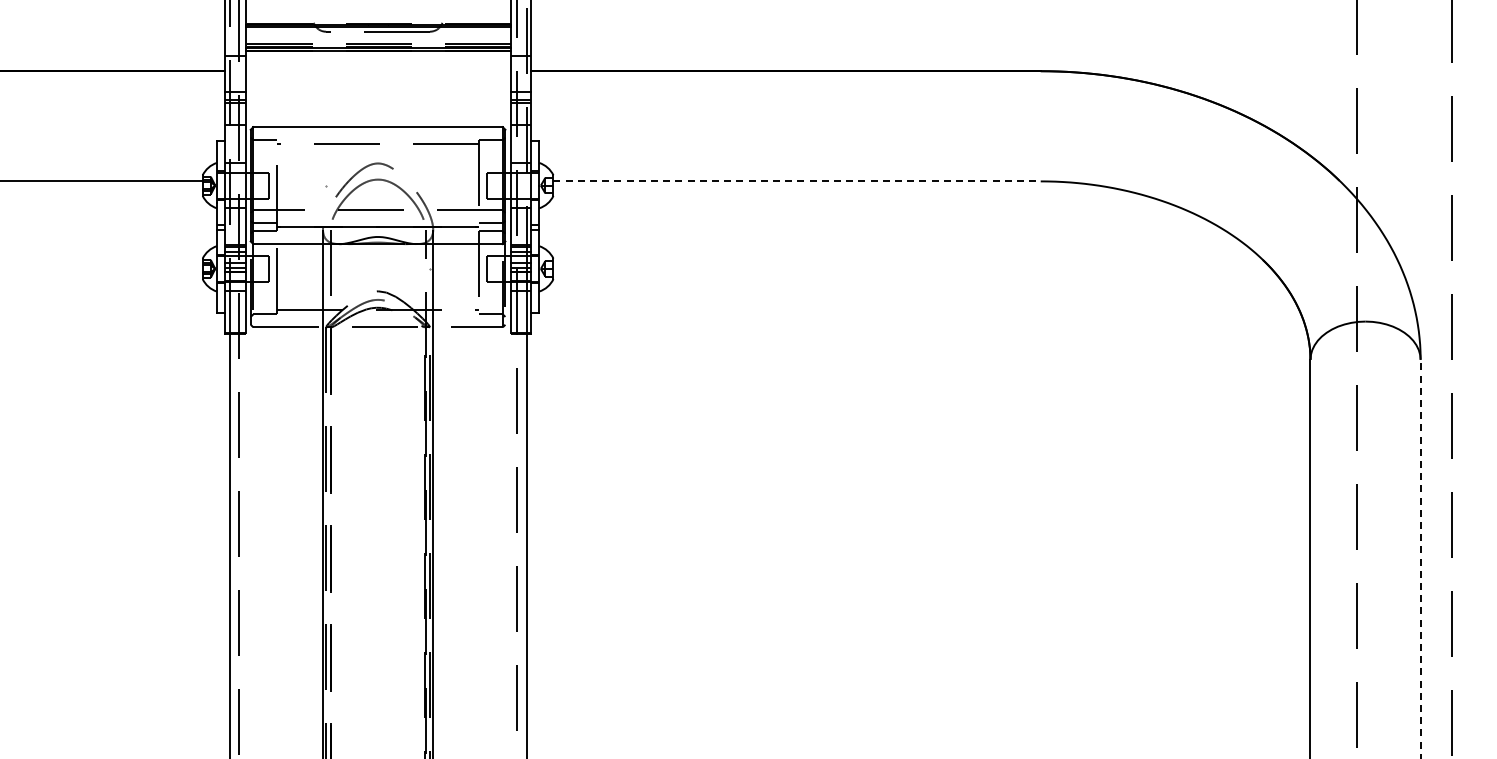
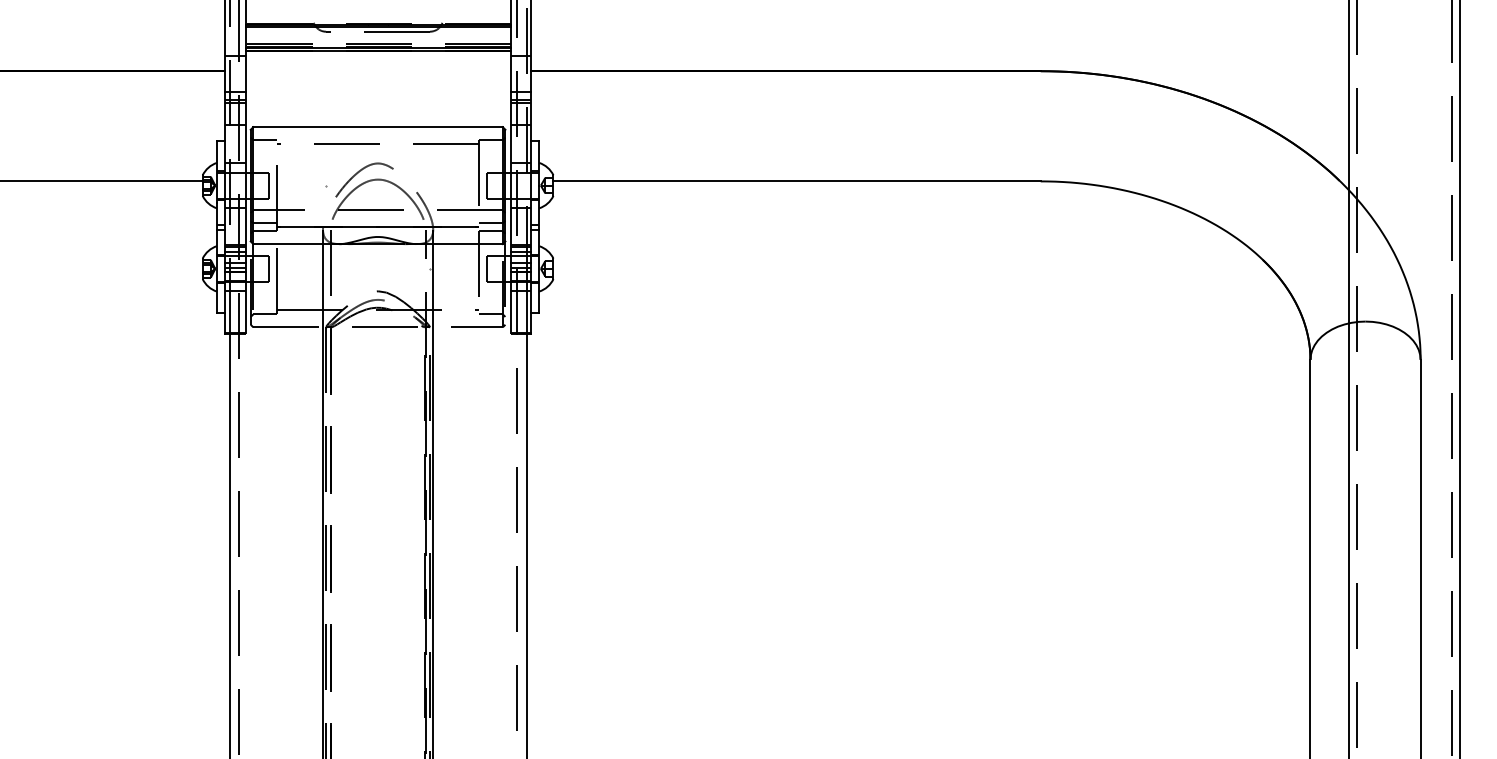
line at (797, 181): dashed -> solid
line at (1349, 378): none -> present
line at (1459, 378): none -> present
line at (1420, 558): dashed -> solid
